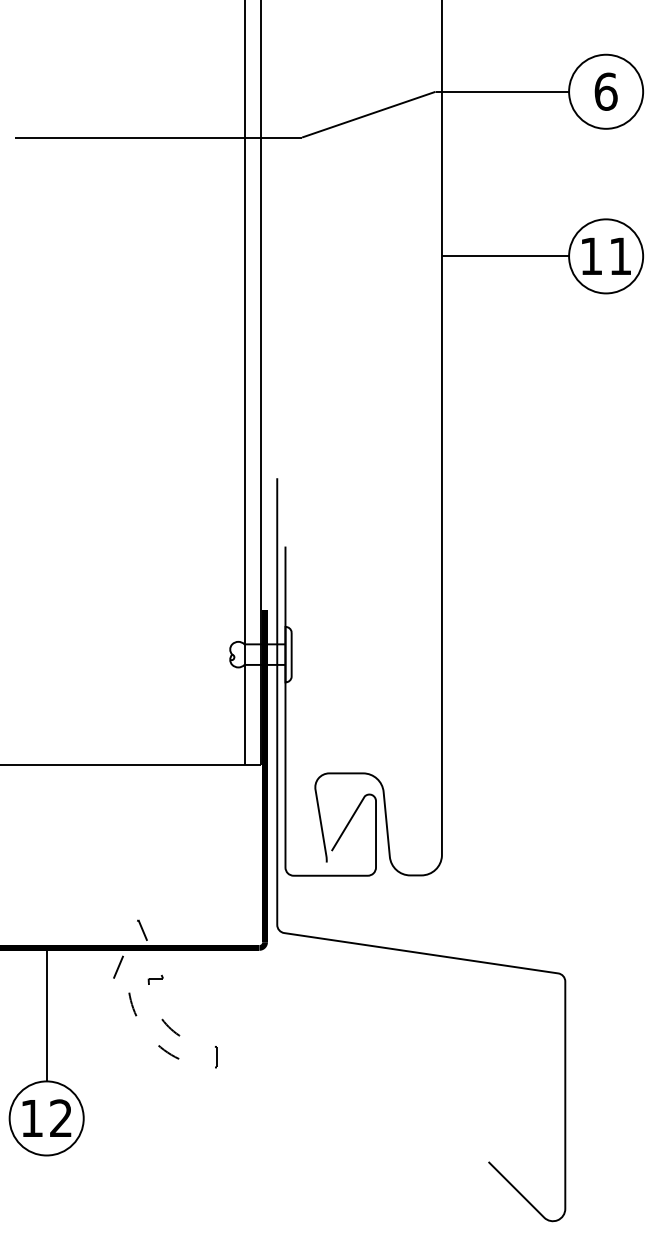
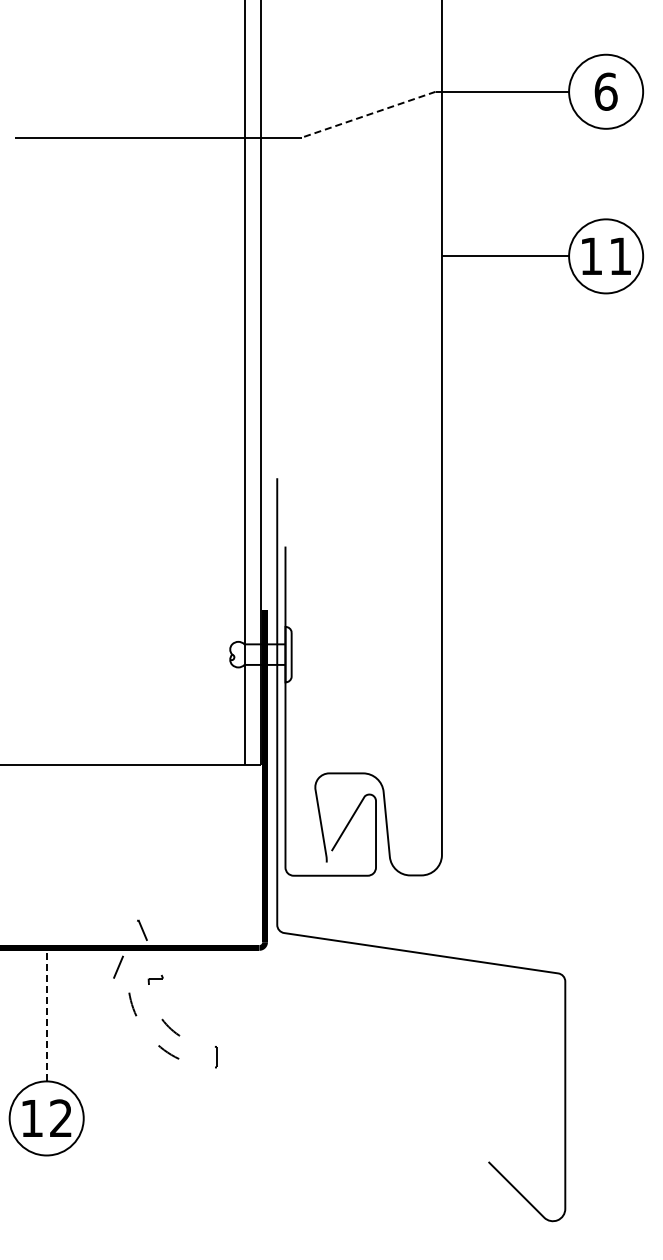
line at (368, 114): solid -> dashed
line at (46, 1014): solid -> dashed
